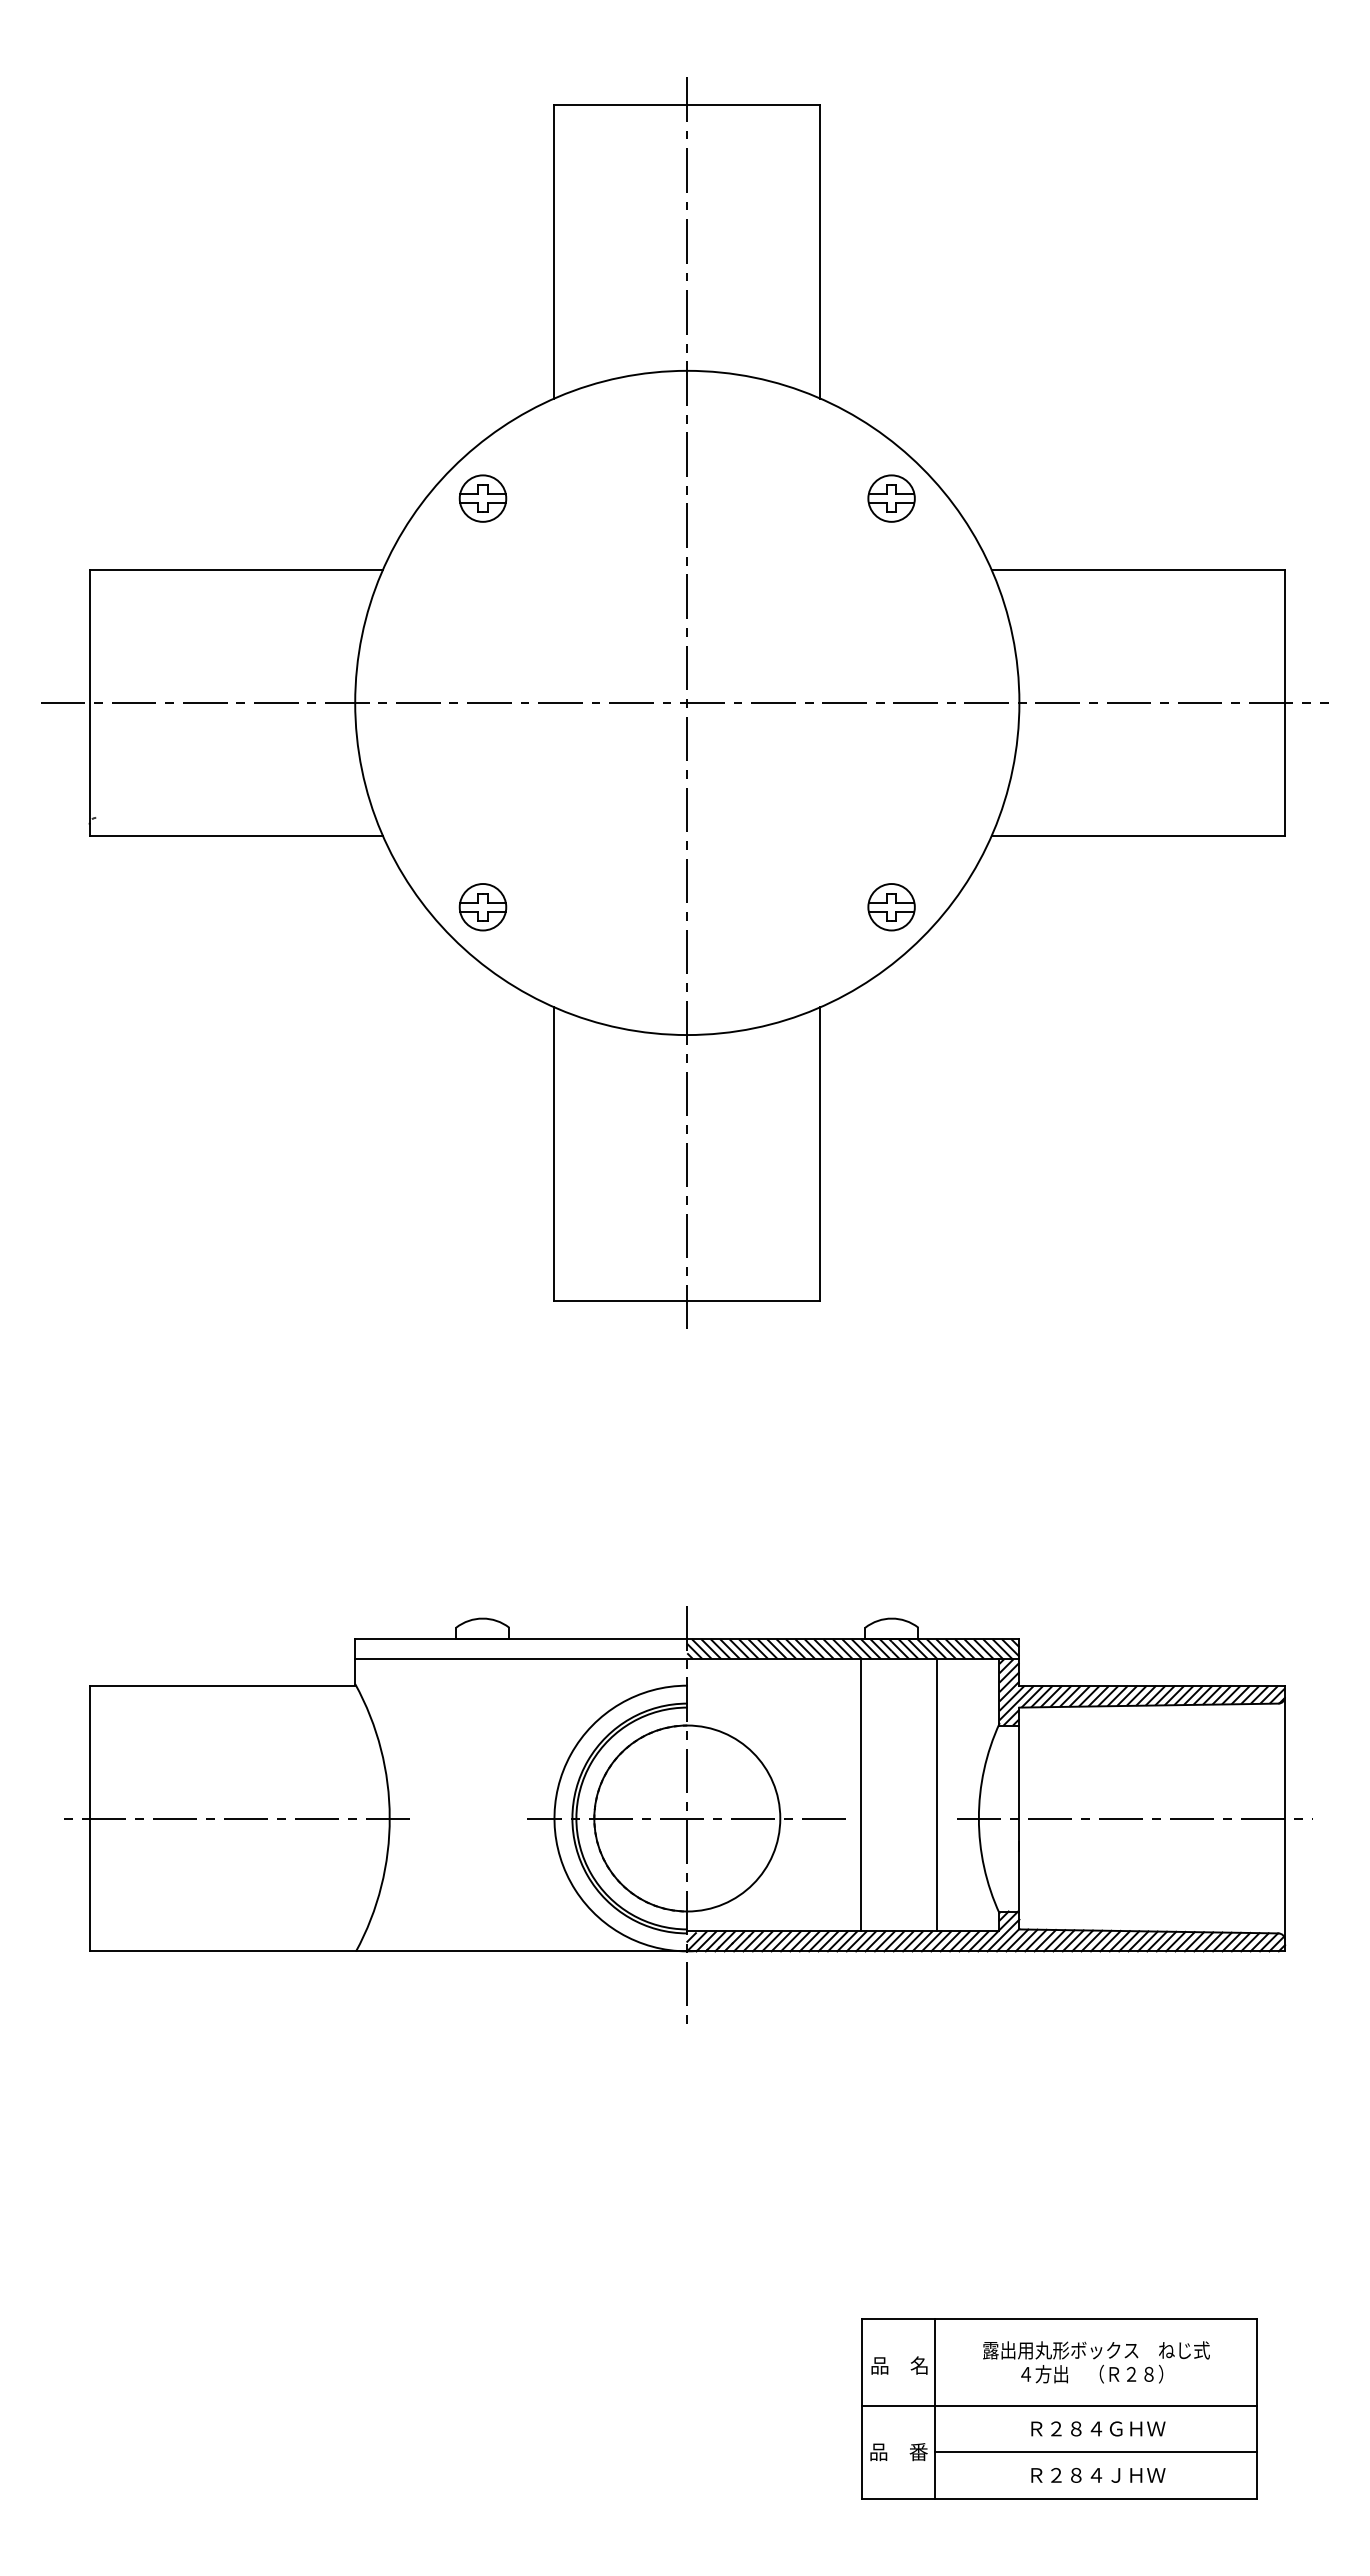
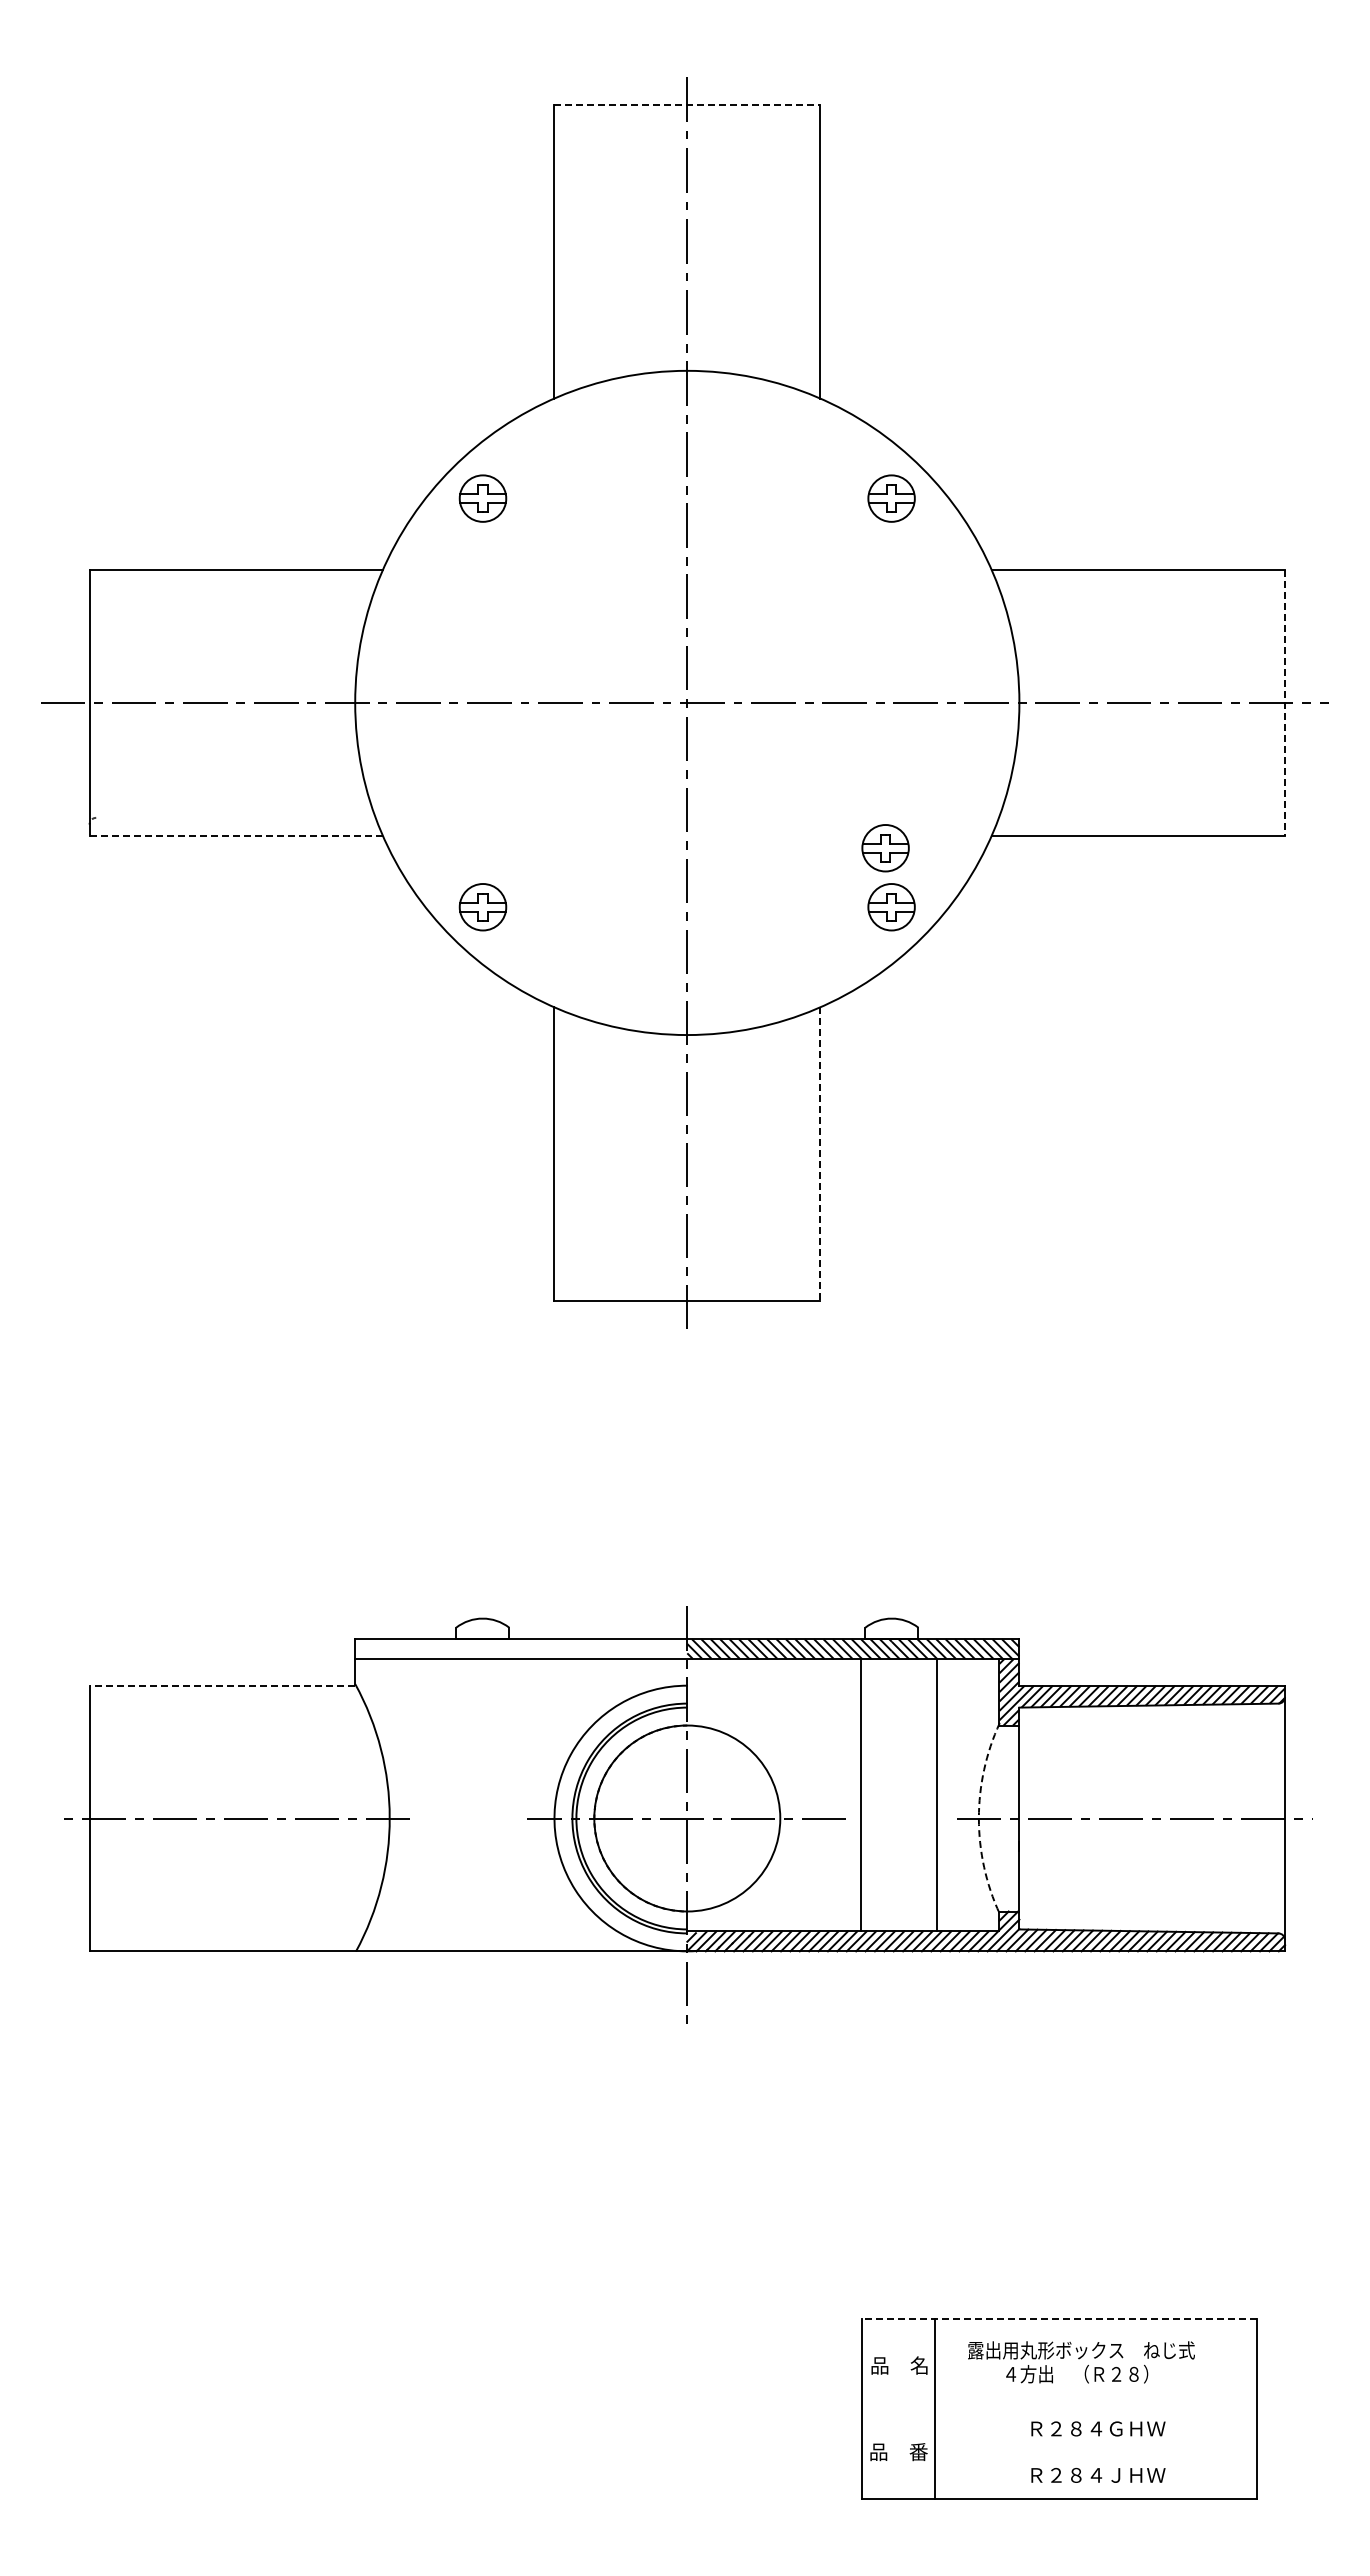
line at (687, 105): solid -> dashed
line at (1285, 702): solid -> dashed
line at (236, 835): solid -> dashed
part at (885, 848): none -> present
line at (820, 1153): solid -> dashed
line at (222, 1685): solid -> dashed
arc at (978, 1818): solid -> dashed
line at (1059, 2319): solid -> dashed
text at (1096, 2362) position: (1096, 2362) -> (1081, 2362)
line at (1059, 2405): present -> none
line at (1096, 2452): present -> none
